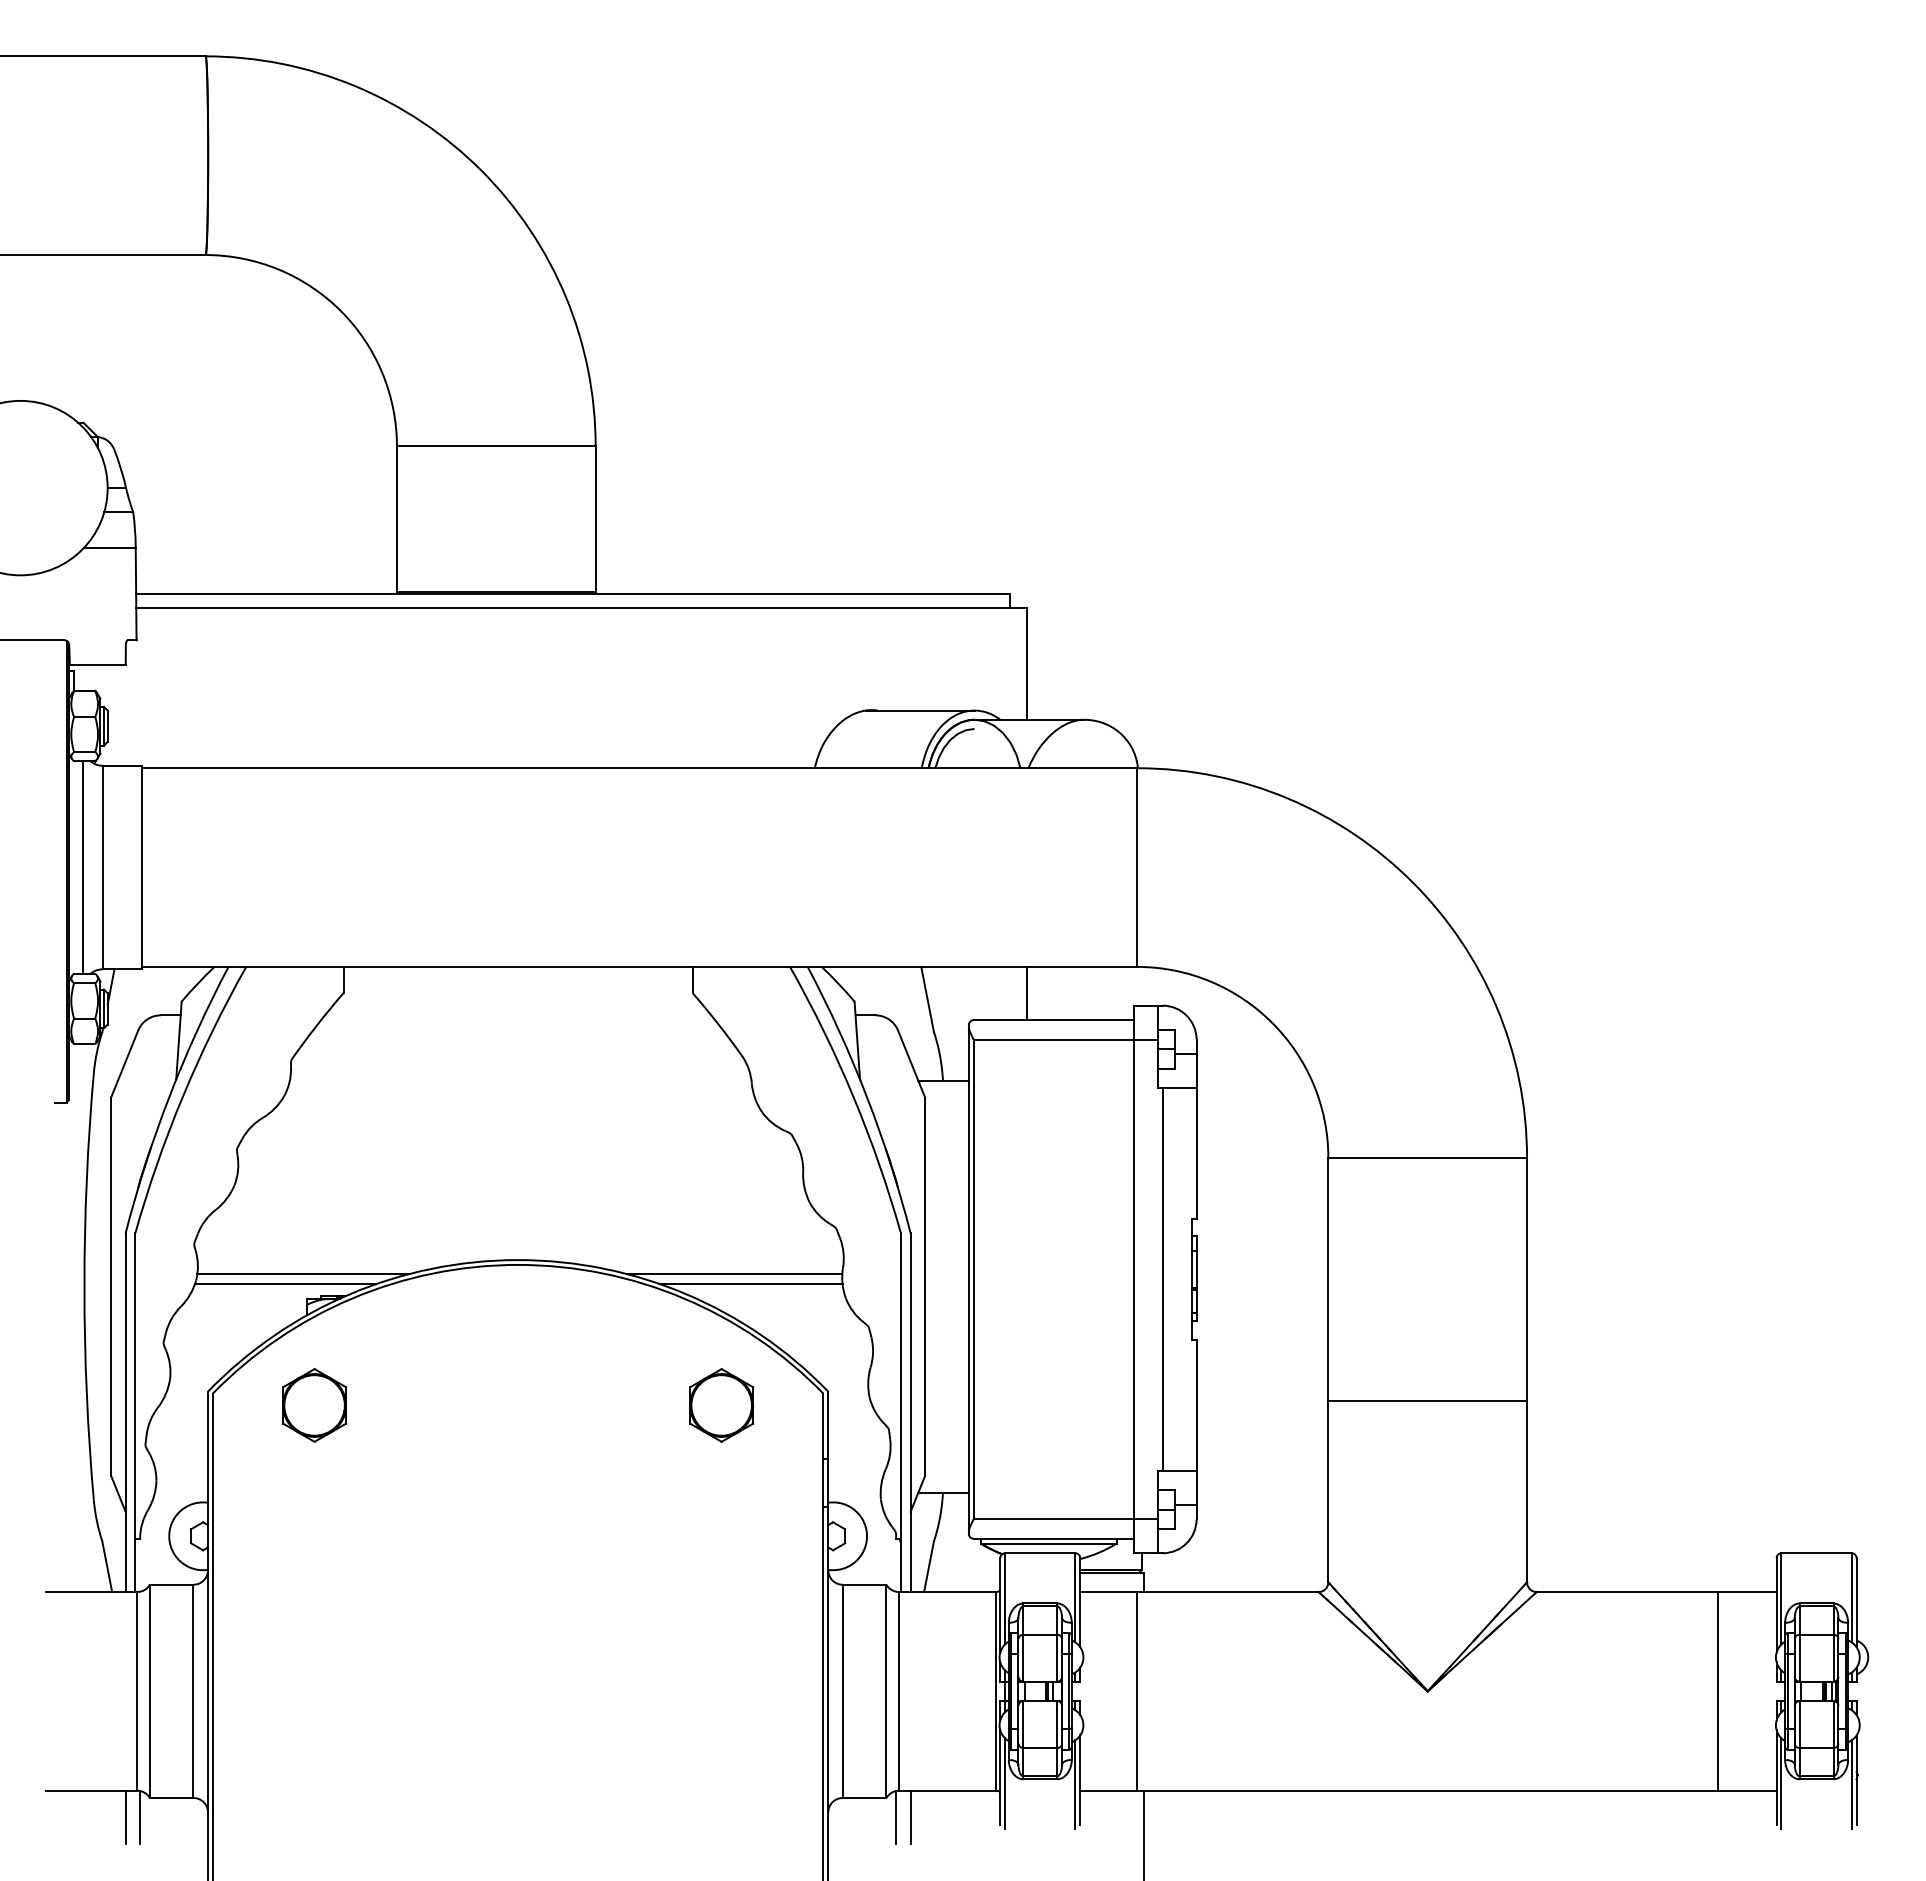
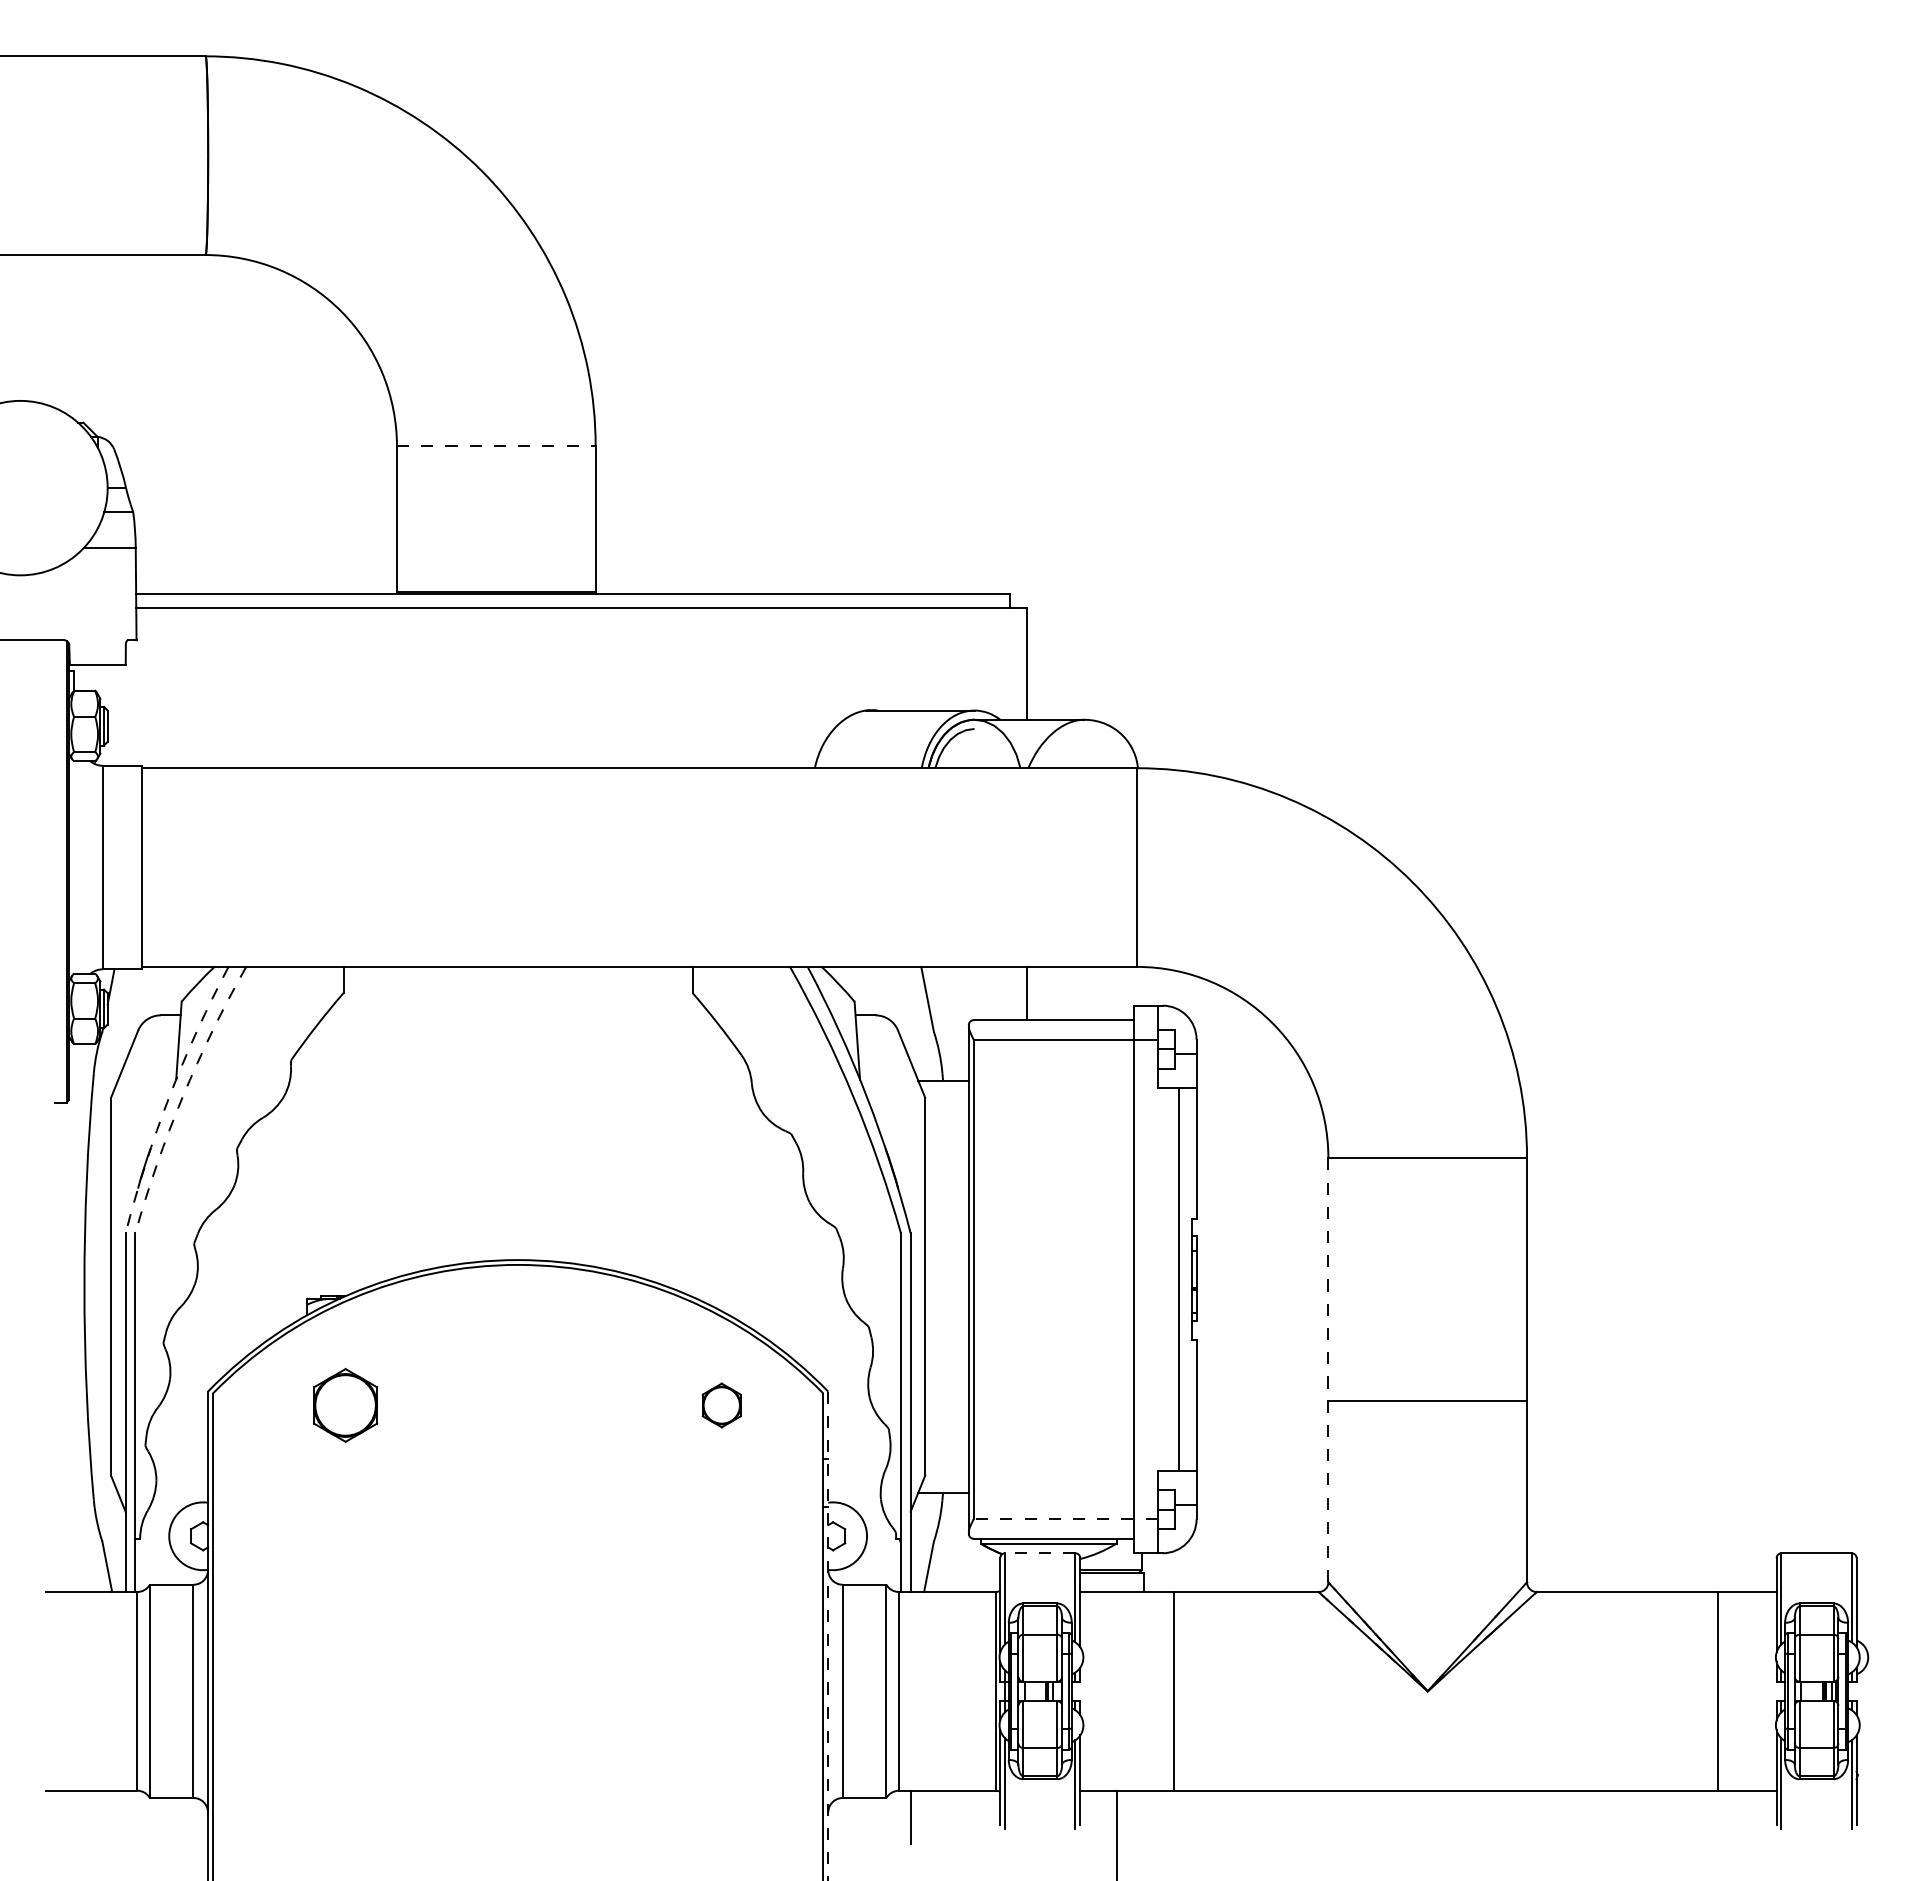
line at (496, 446): solid -> dashed
line at (83, 867): present -> none
arc at (182, 1096): solid -> dashed
arc at (169, 1097): solid -> dashed
line at (303, 1274): present -> none
line at (734, 1274): present -> none
line at (1162, 1279) position: (1162, 1279) -> (1178, 1279)
line at (286, 1283): present -> none
line at (750, 1283): present -> none
line at (1328, 1369): solid -> dashed
part at (314, 1405) position: (314, 1405) -> (345, 1405)
part at (721, 1405) size: 66x75 px -> 41x47 px
line at (1065, 1519): solid -> dashed
line at (1039, 1553): solid -> dashed
line at (828, 1636): solid -> dashed
line at (1136, 1691) position: (1136, 1691) -> (1173, 1691)
line at (125, 1817): present -> none
line at (140, 1817): present -> none
line at (896, 1817): present -> none
line at (1144, 1833) position: (1144, 1833) -> (1117, 1833)
